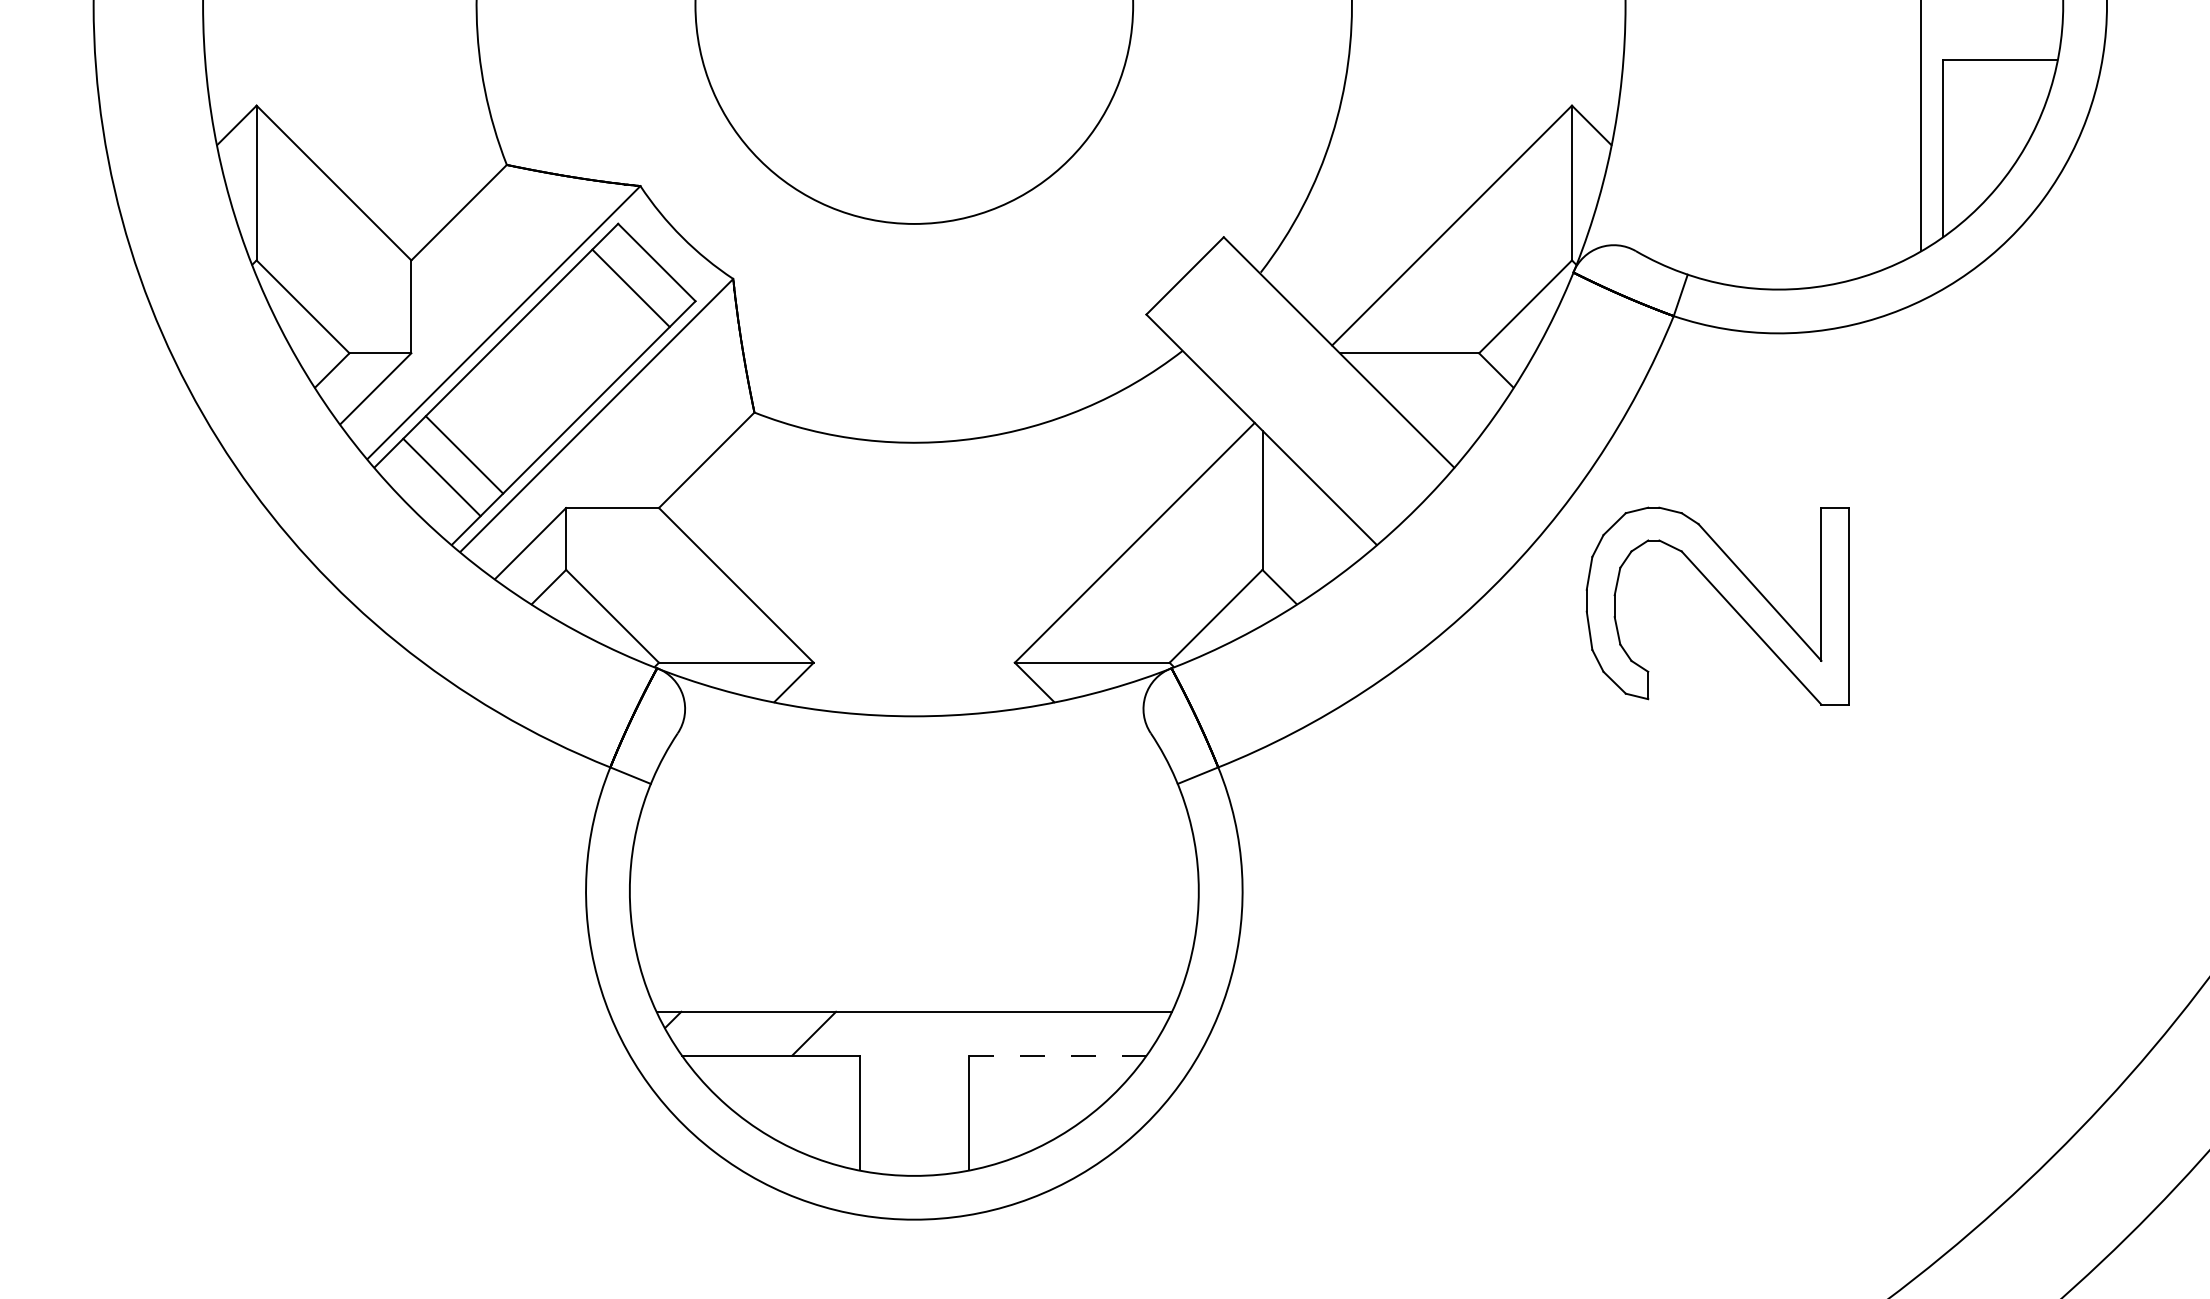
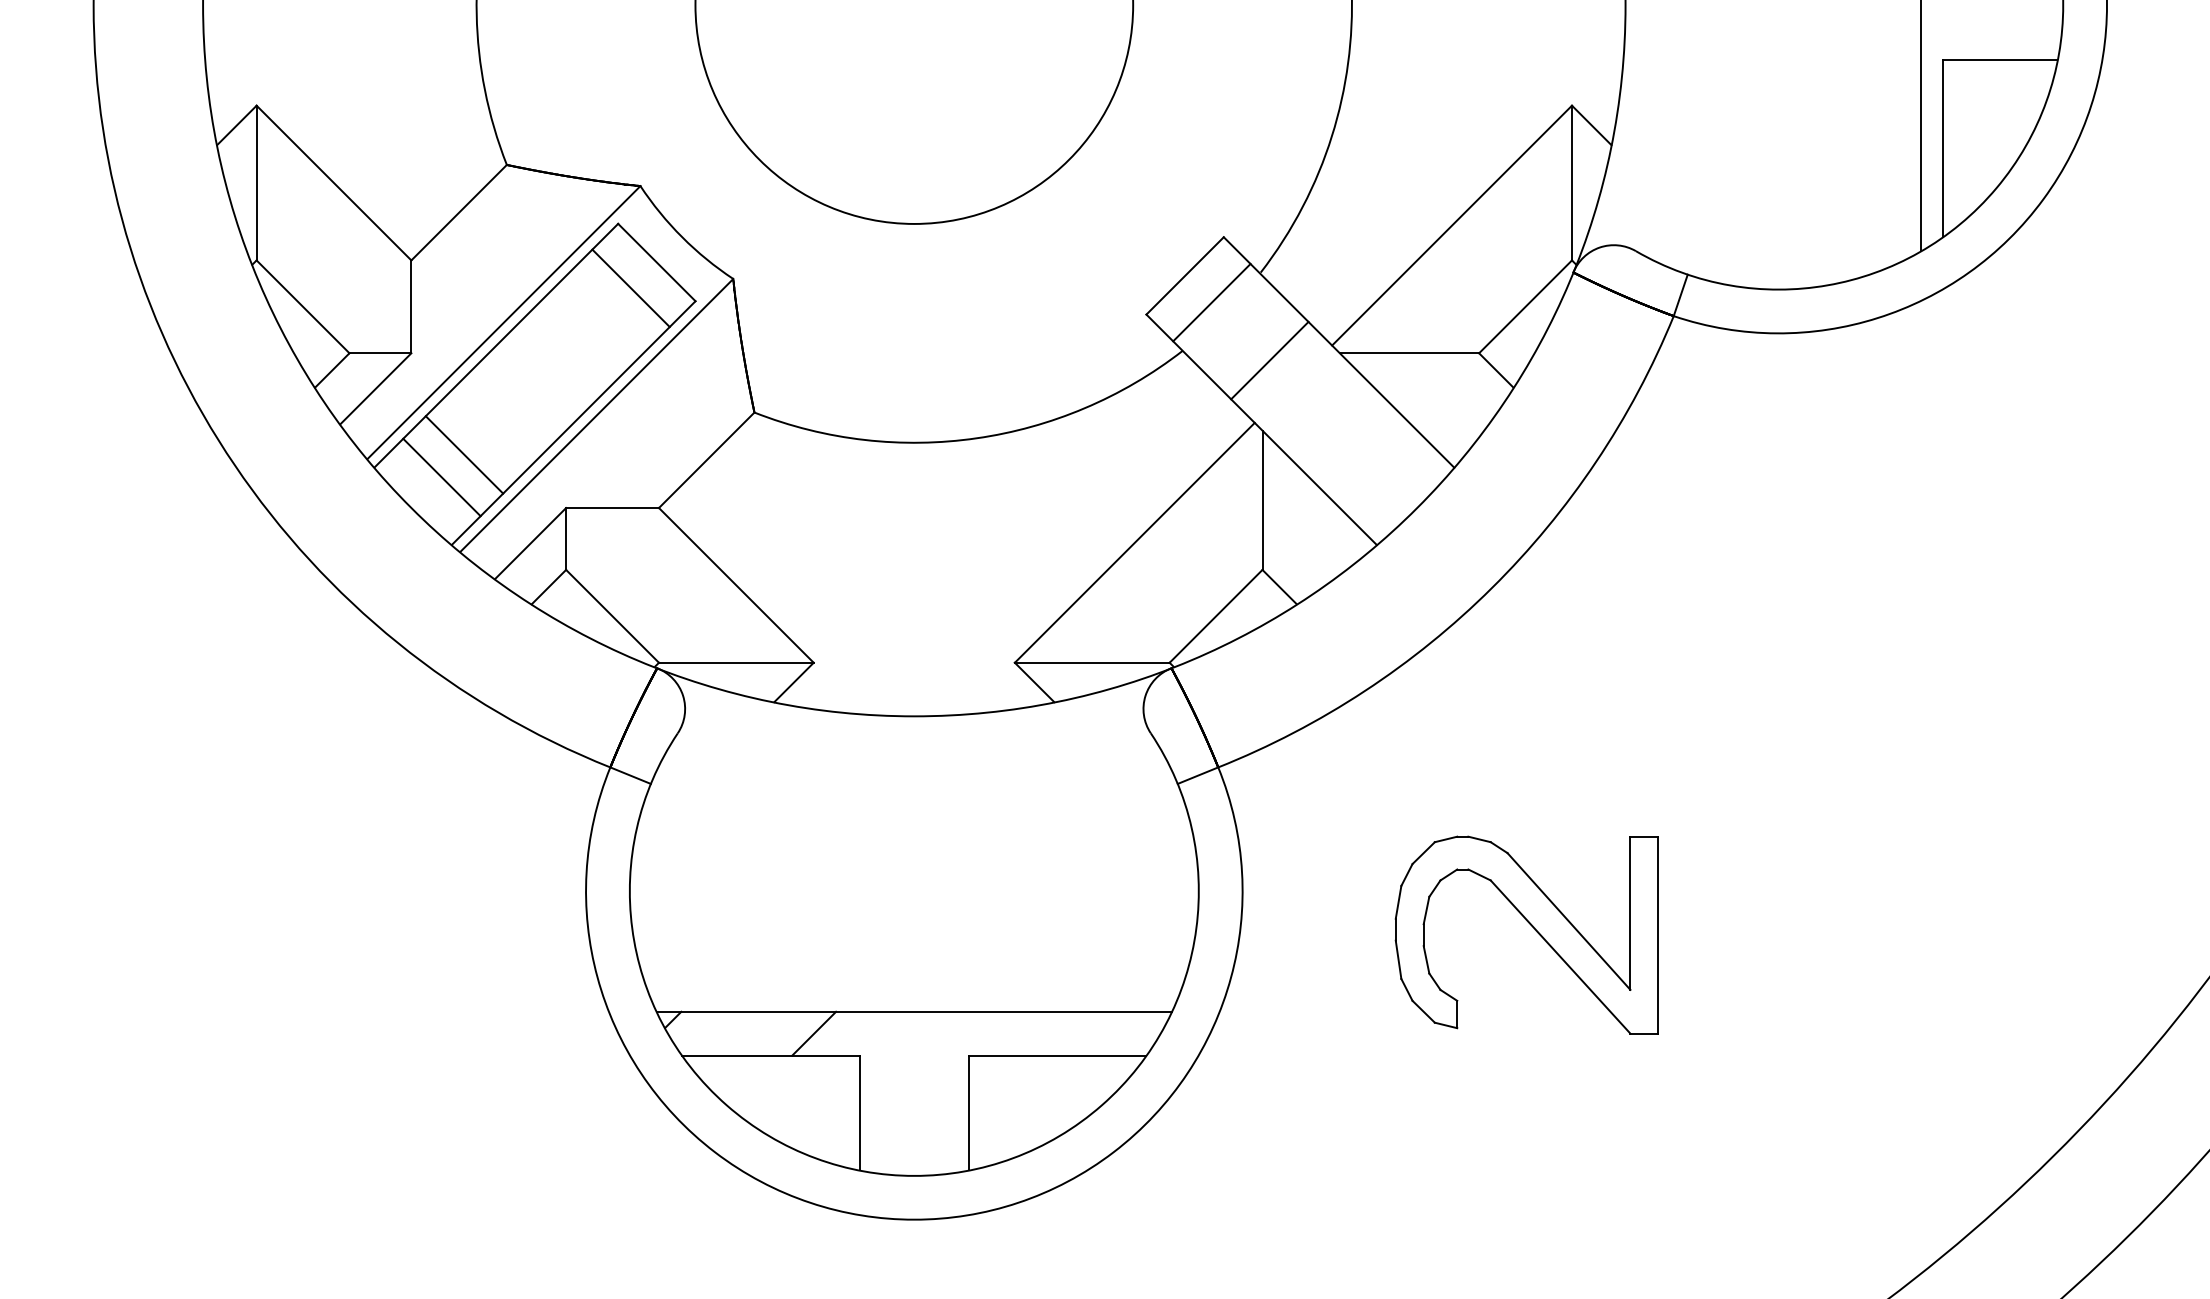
line at (1211, 302): none -> present
line at (1269, 360): none -> present
part at (1723, 598) position: (1723, 598) -> (1532, 927)
line at (1057, 1055): dashed -> solid
